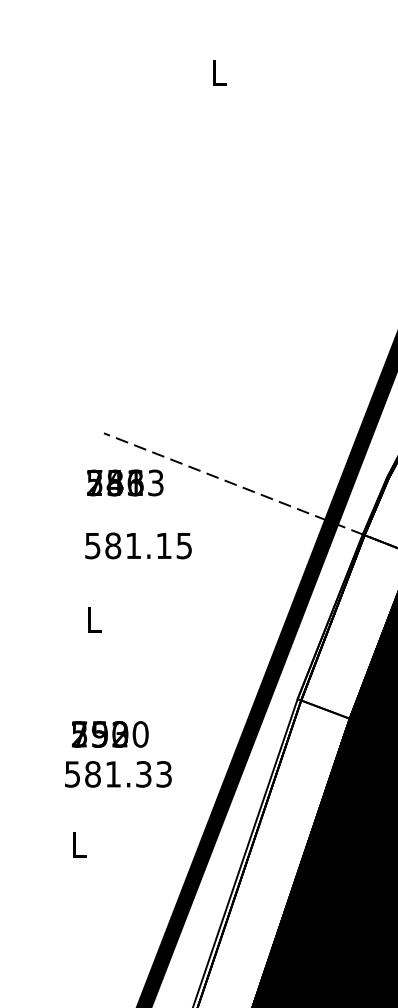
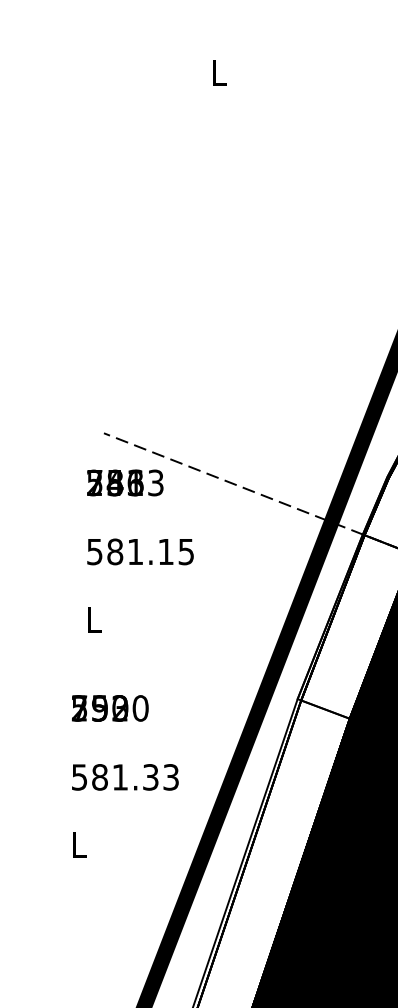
text at (138, 545) position: (138, 545) -> (140, 551)
text at (110, 734) position: (110, 734) -> (110, 708)
text at (118, 774) position: (118, 774) -> (125, 777)
